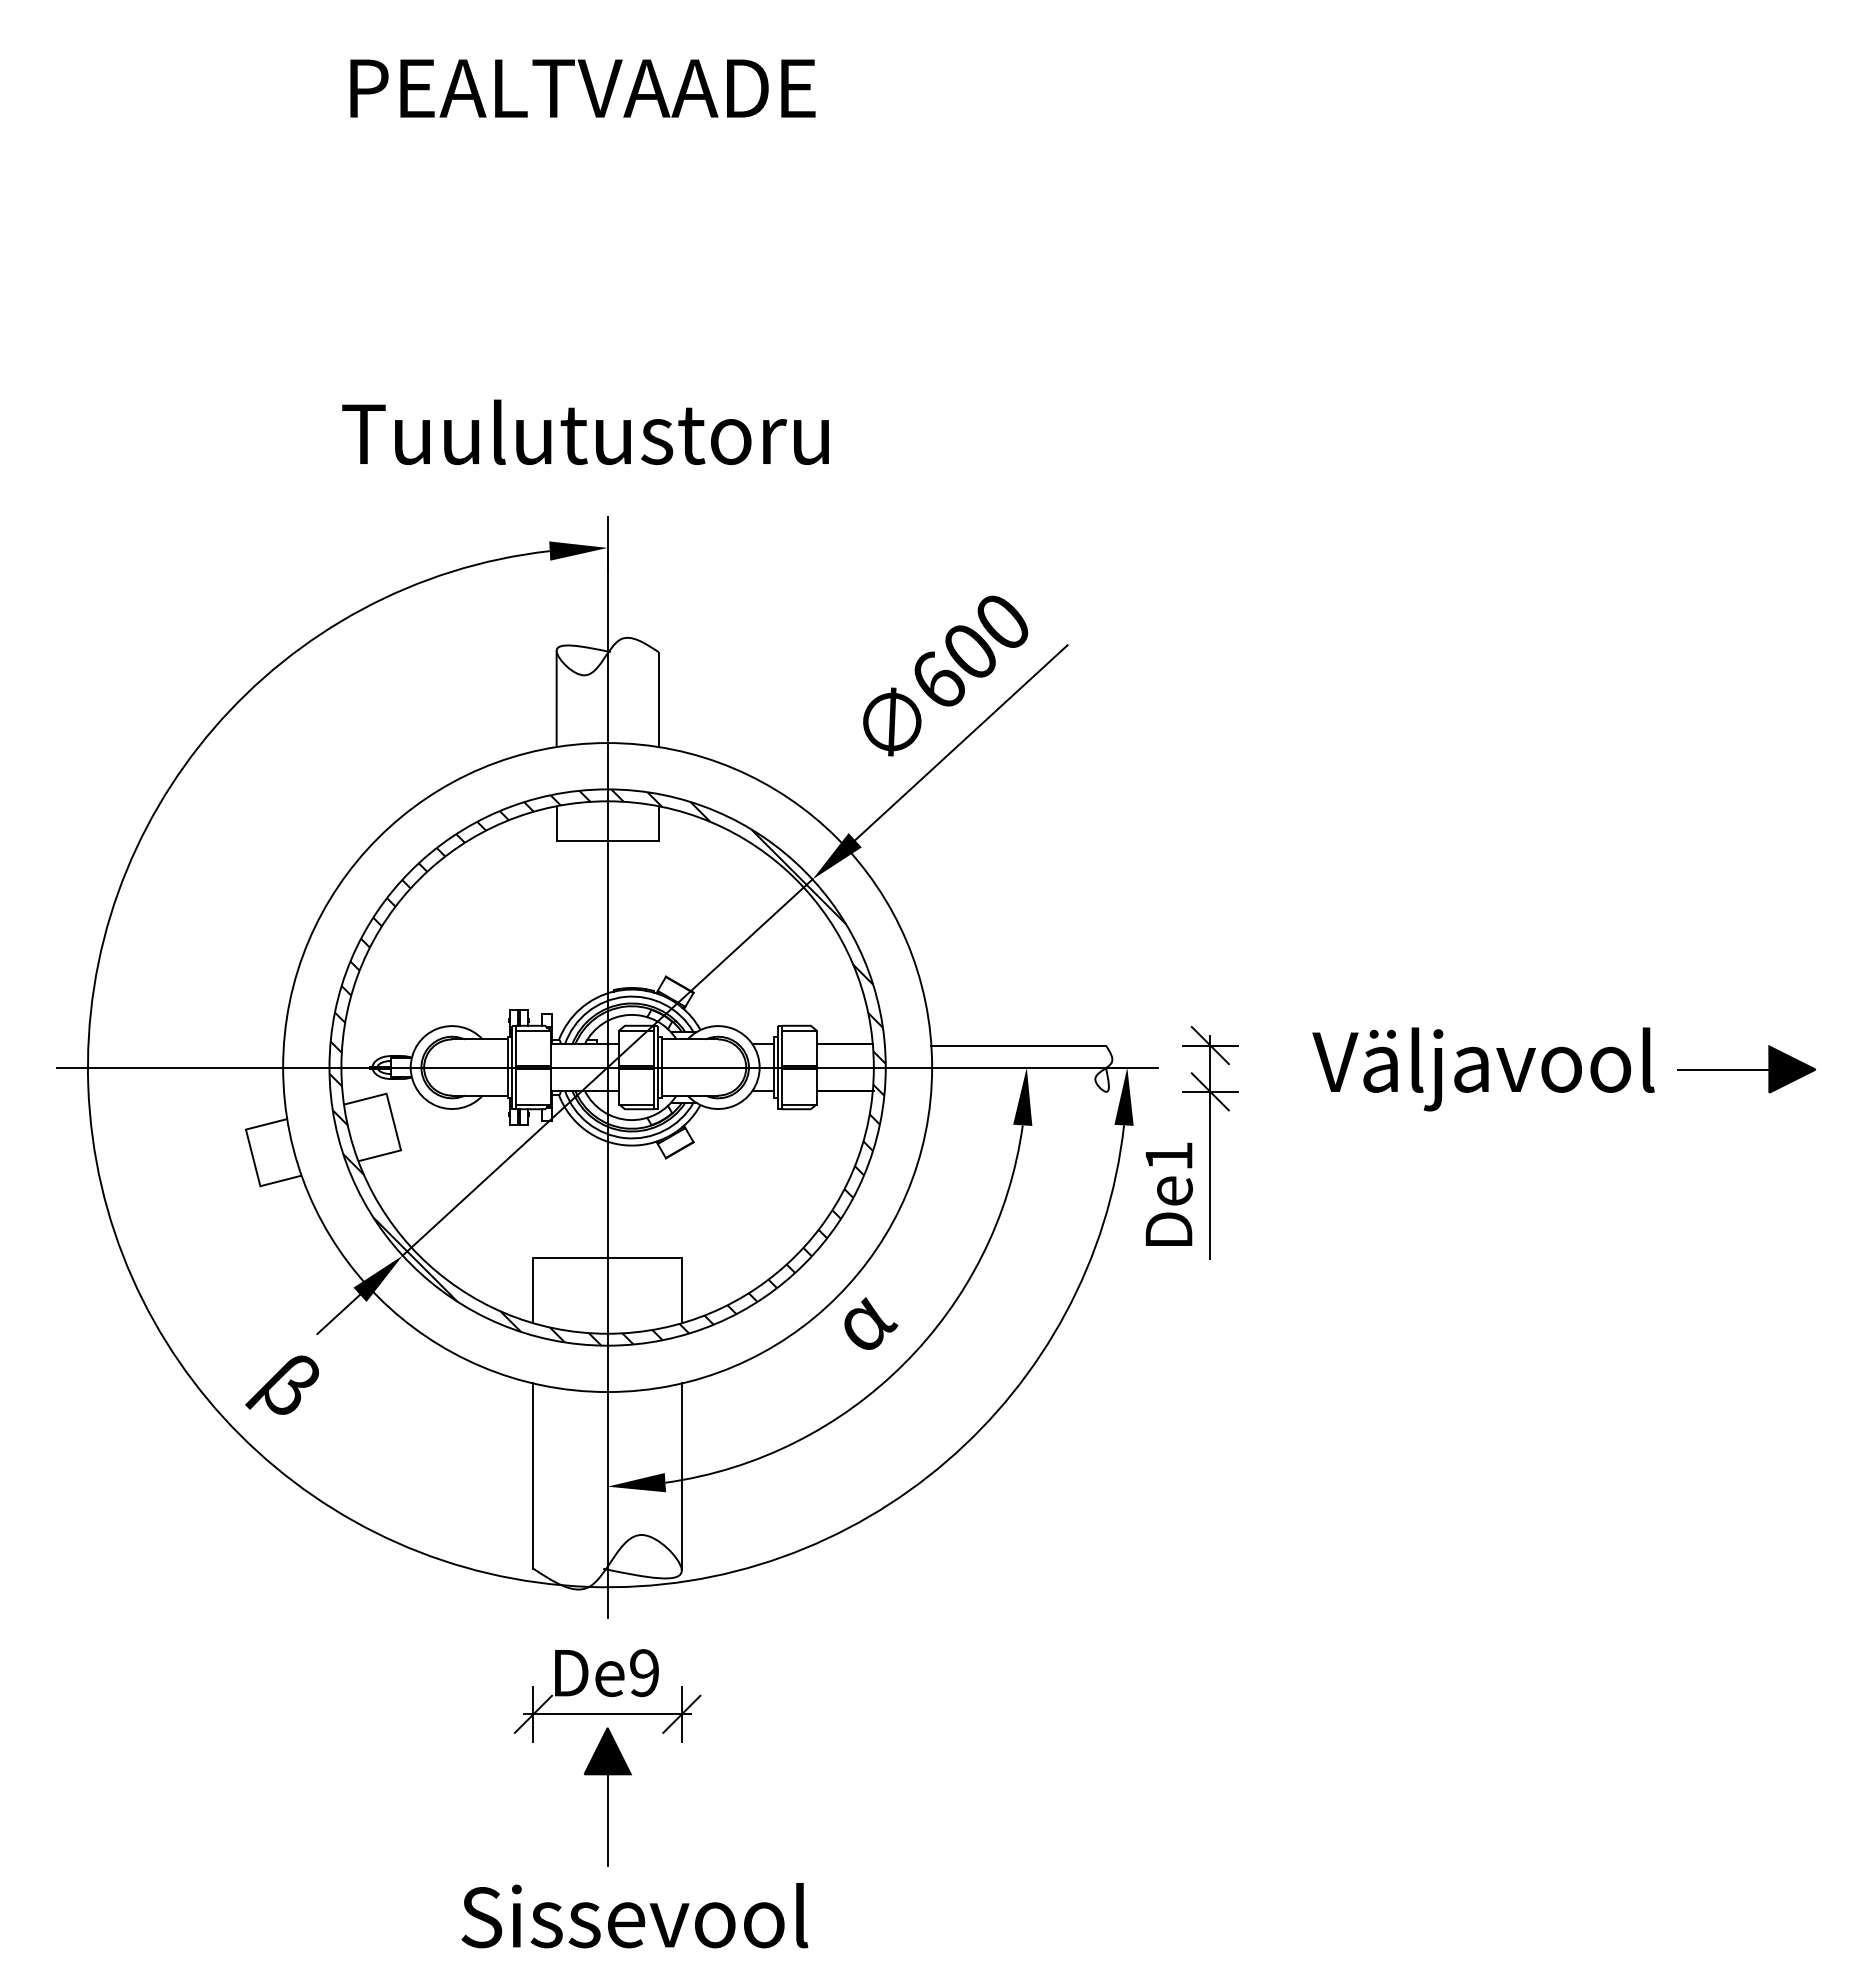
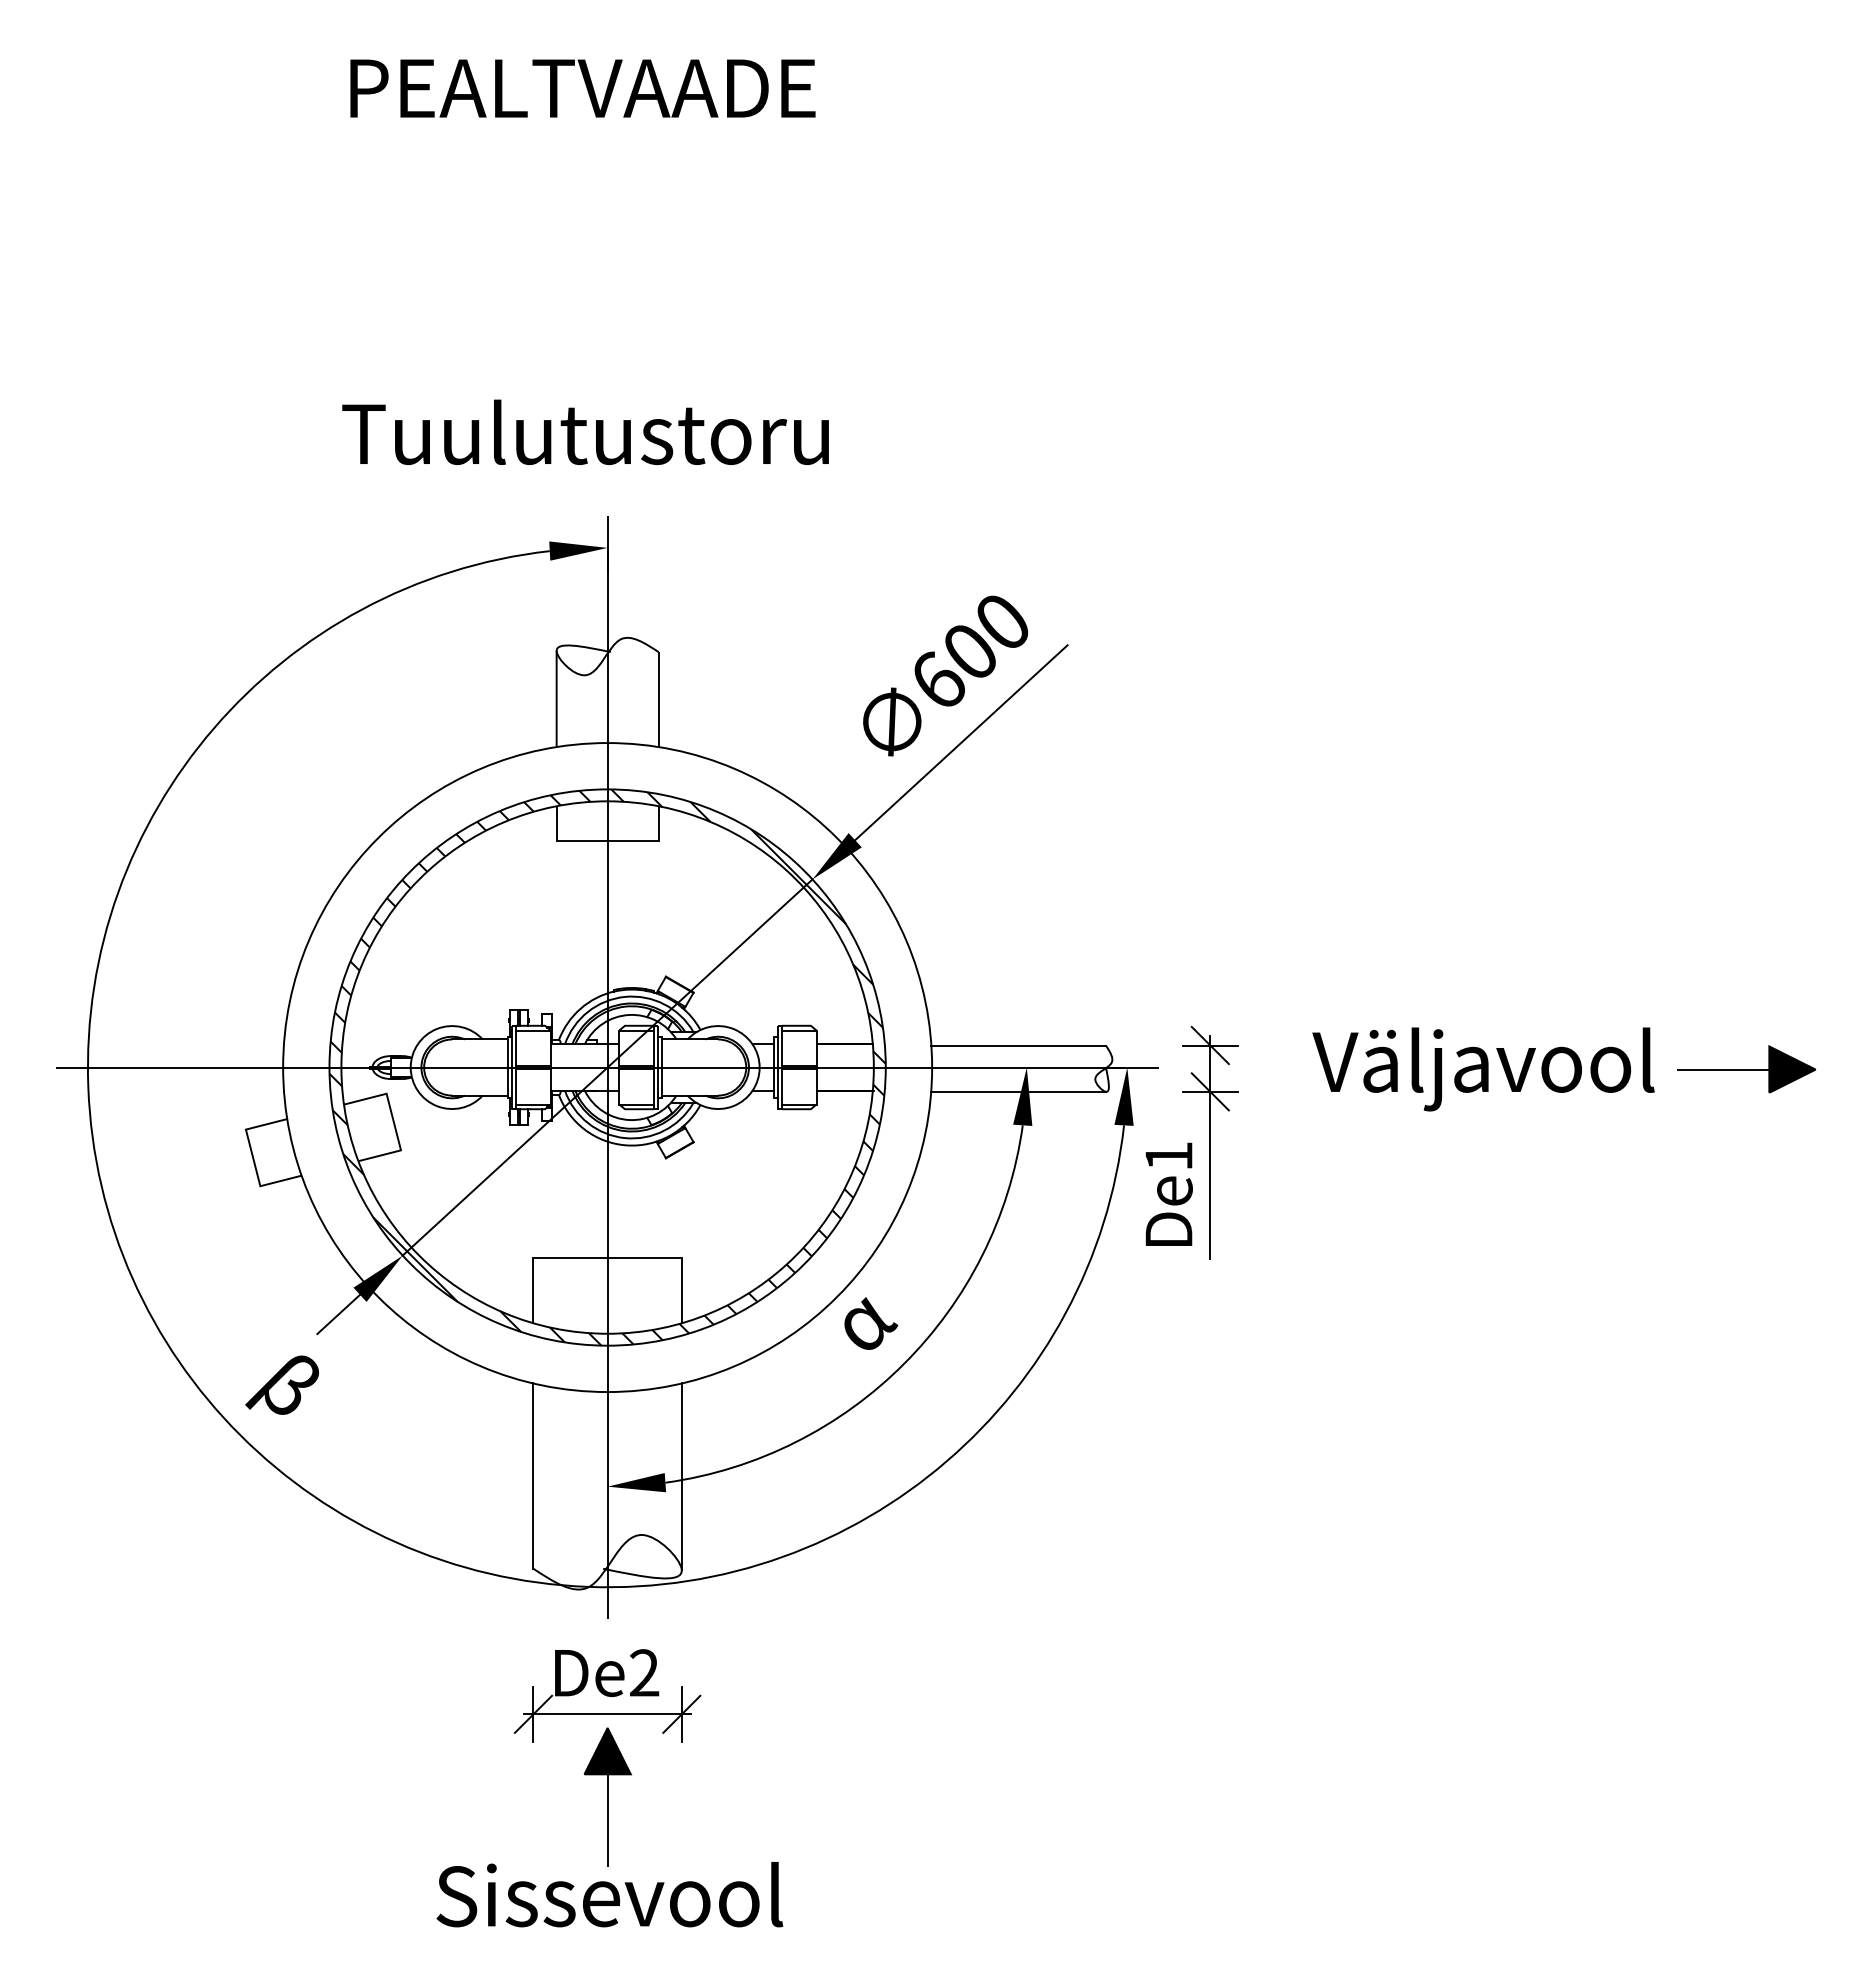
line at (1018, 1091): none -> present
text at (644, 1673): De9 -> De2
text at (634, 1915) position: (634, 1915) -> (609, 1894)
